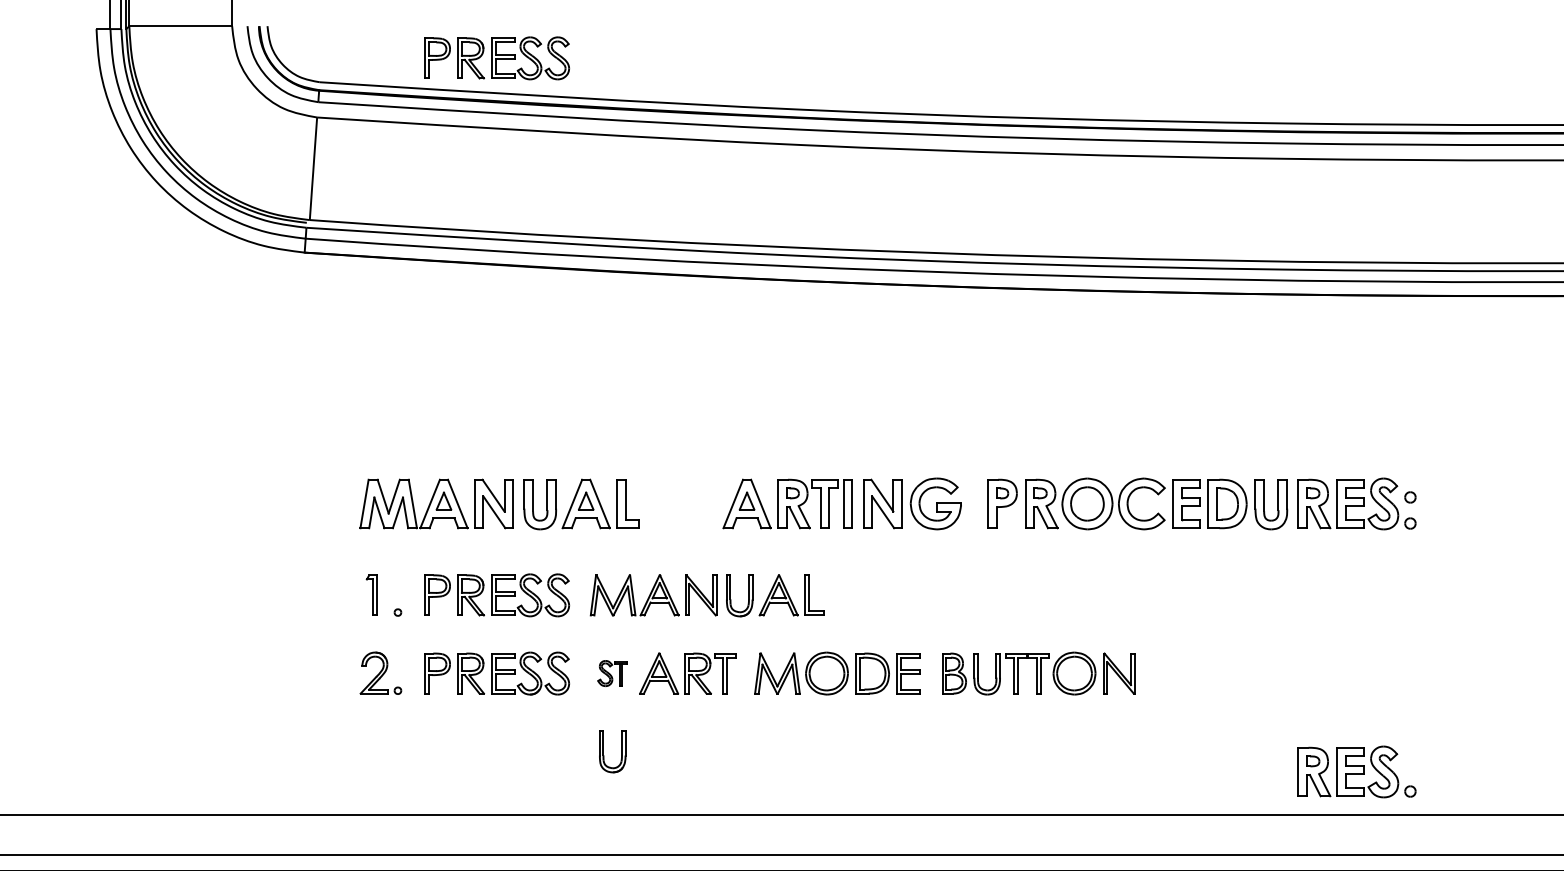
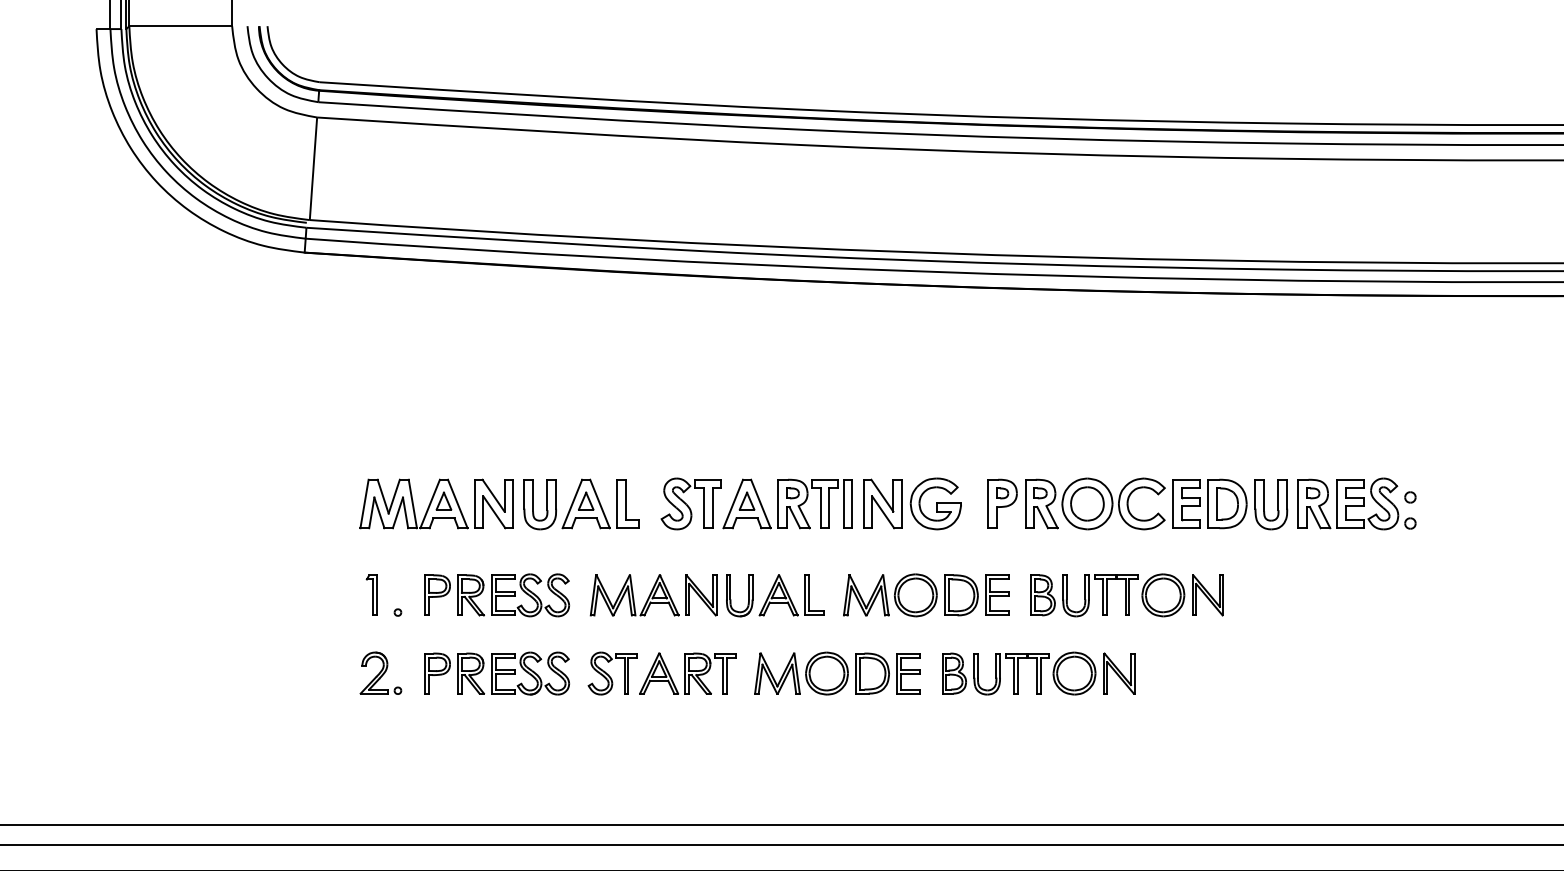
part at (497, 58): present -> none
part at (690, 503): none -> present
part at (926, 595): none -> present
part at (1126, 595): none -> present
part at (612, 673) size: 31x27 px -> 51x45 px
part at (604, 755): present -> none
part at (1356, 771): present -> none
line at (781, 815) position: (781, 815) -> (781, 825)
line at (781, 854) position: (781, 854) -> (781, 844)
